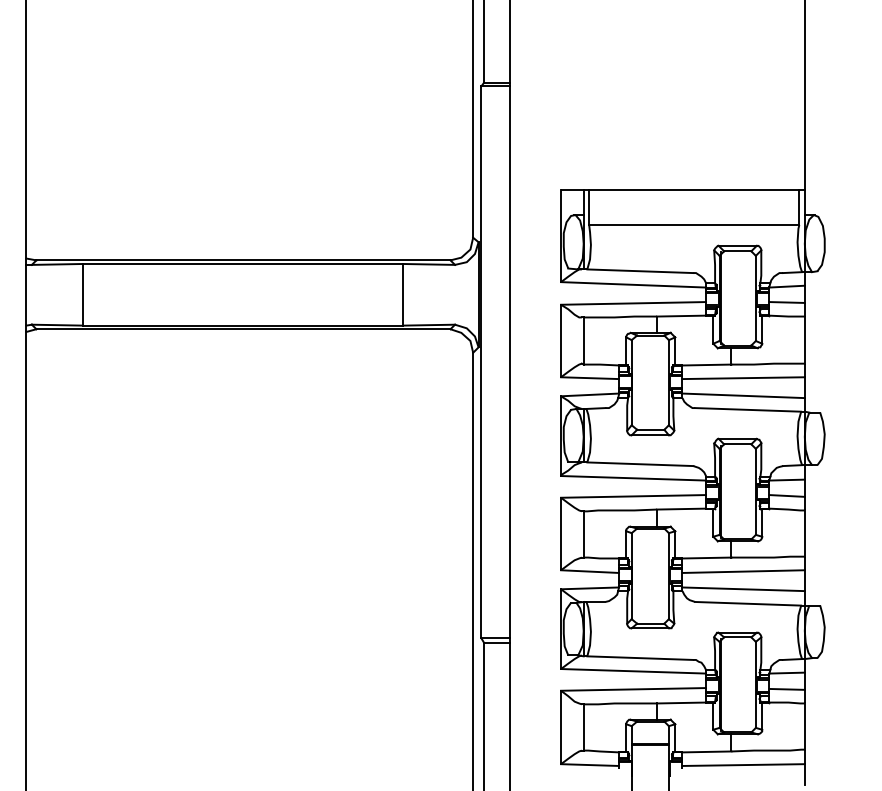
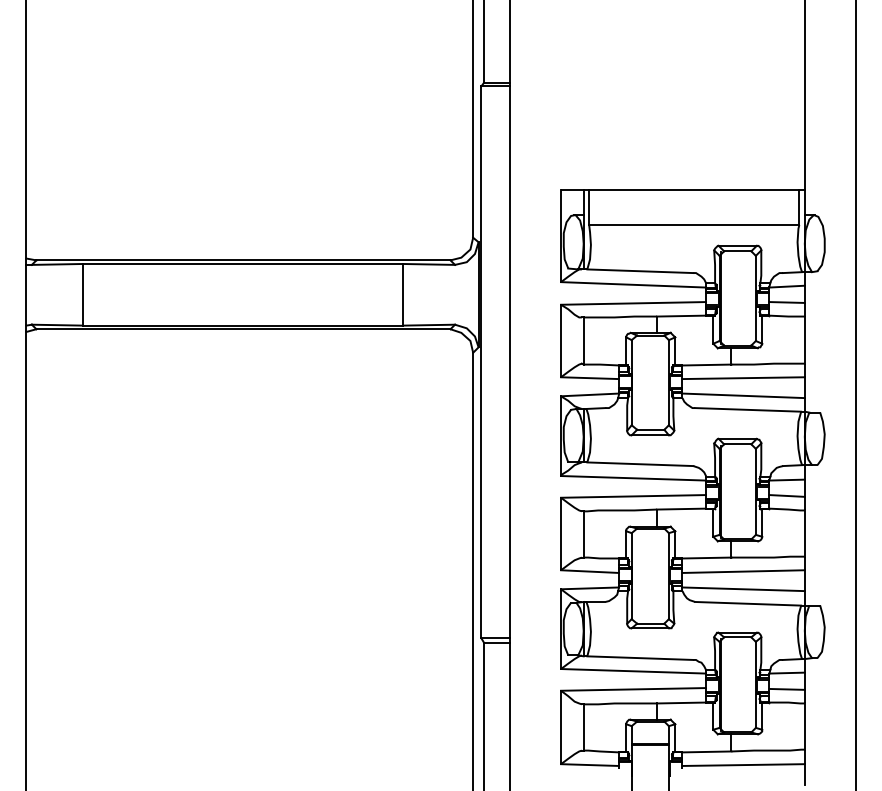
line at (855, 394): none -> present
